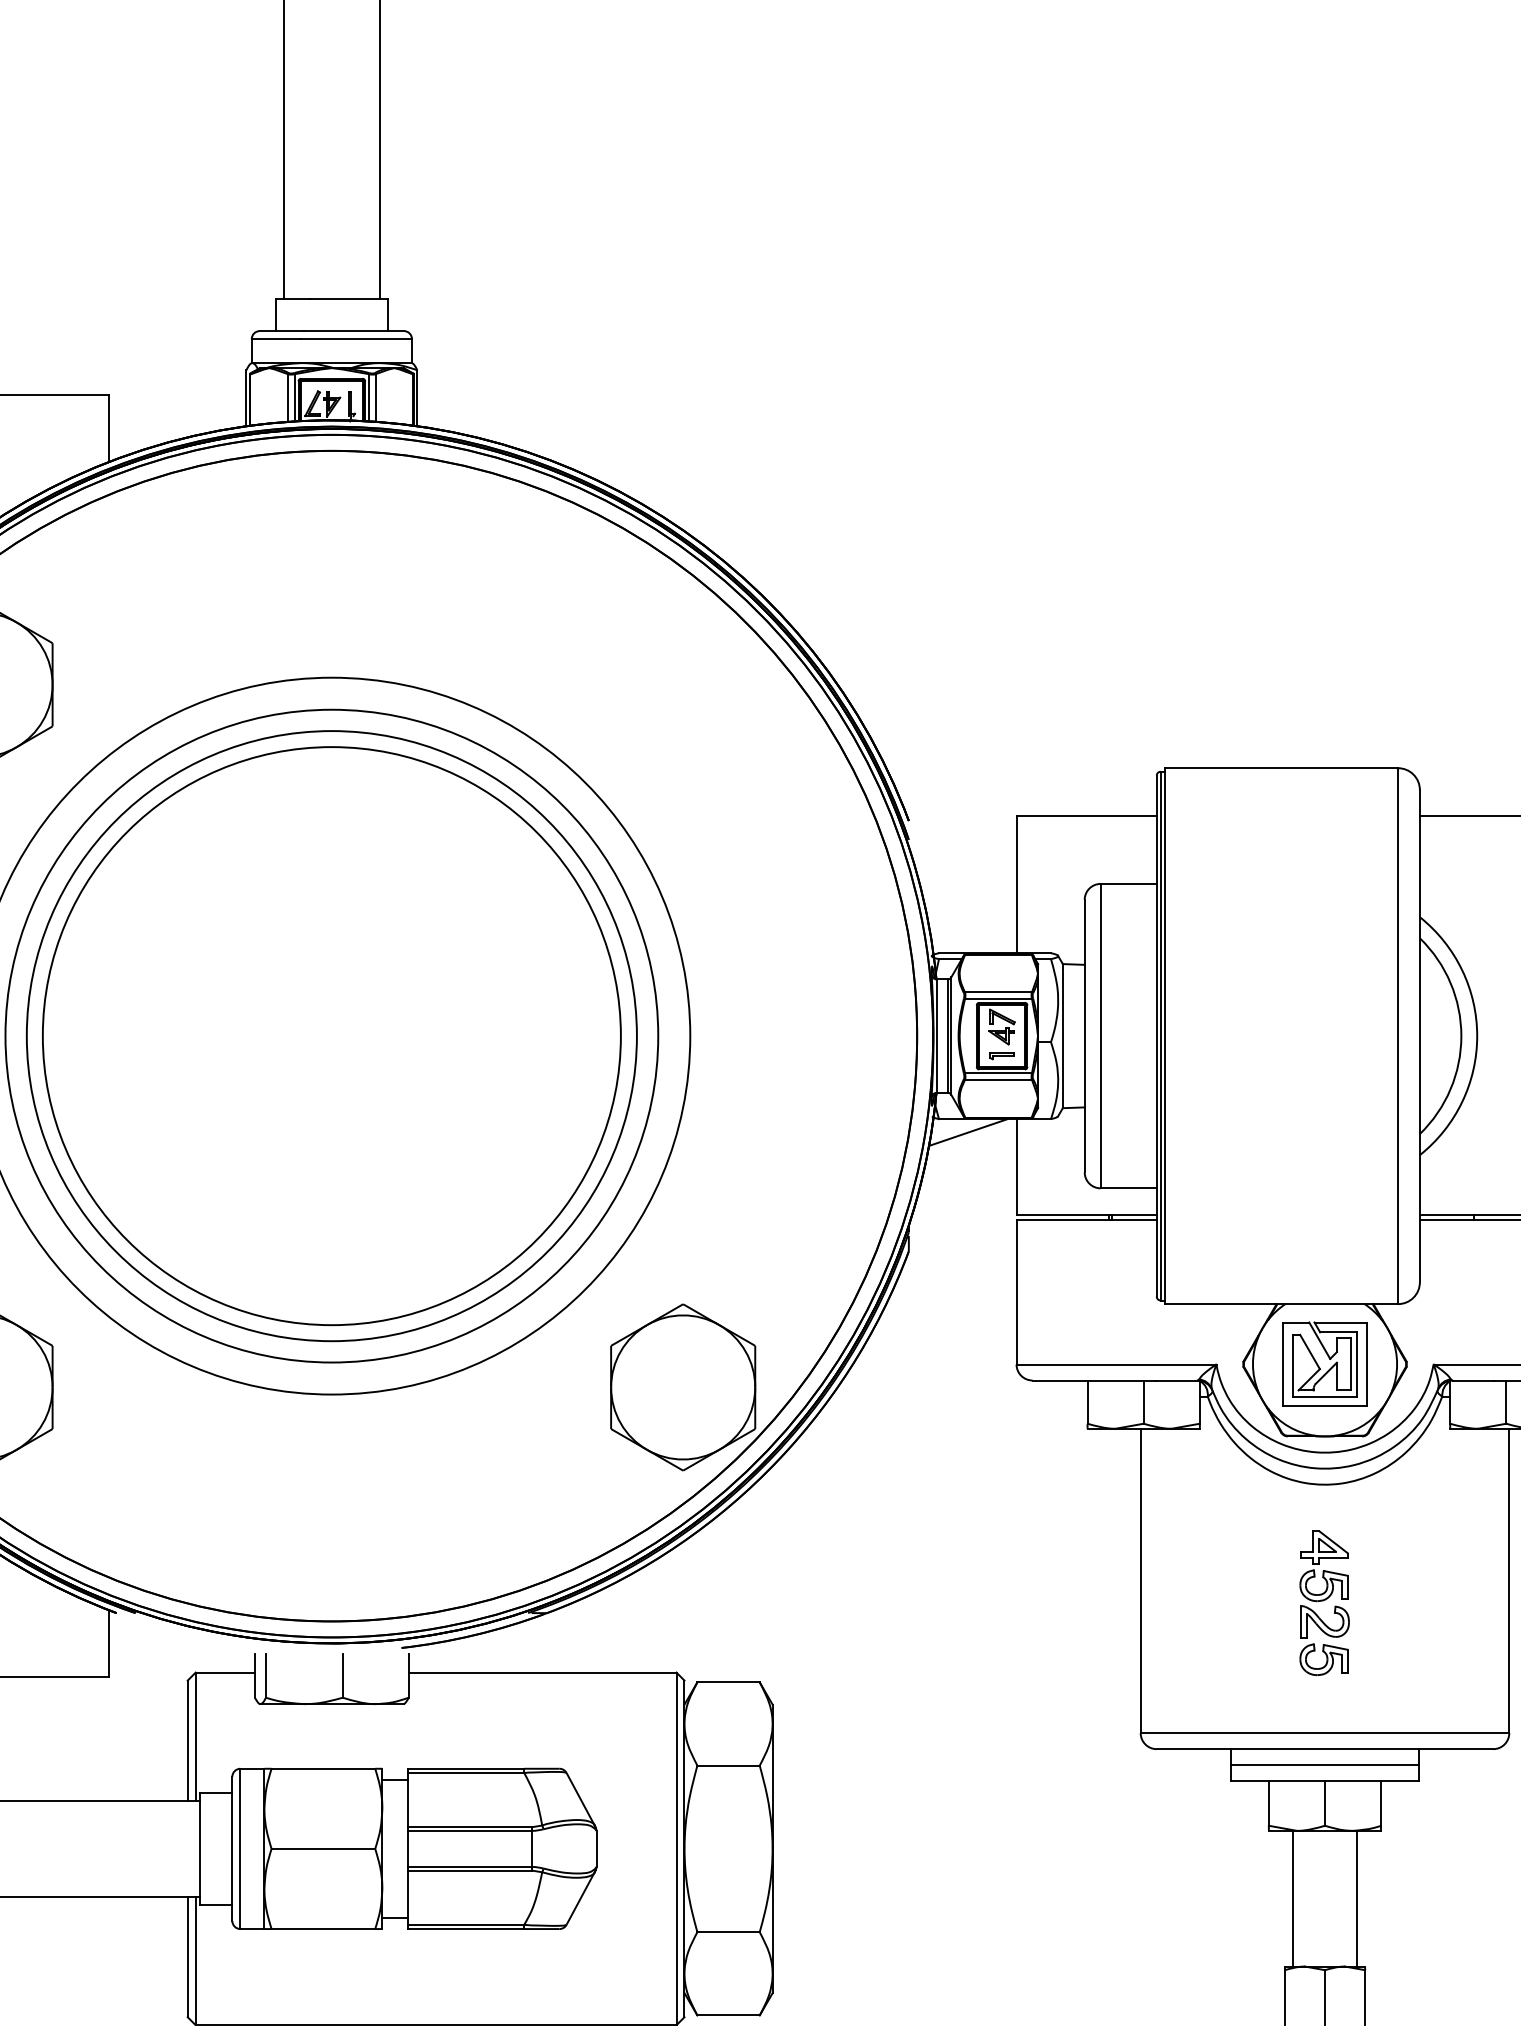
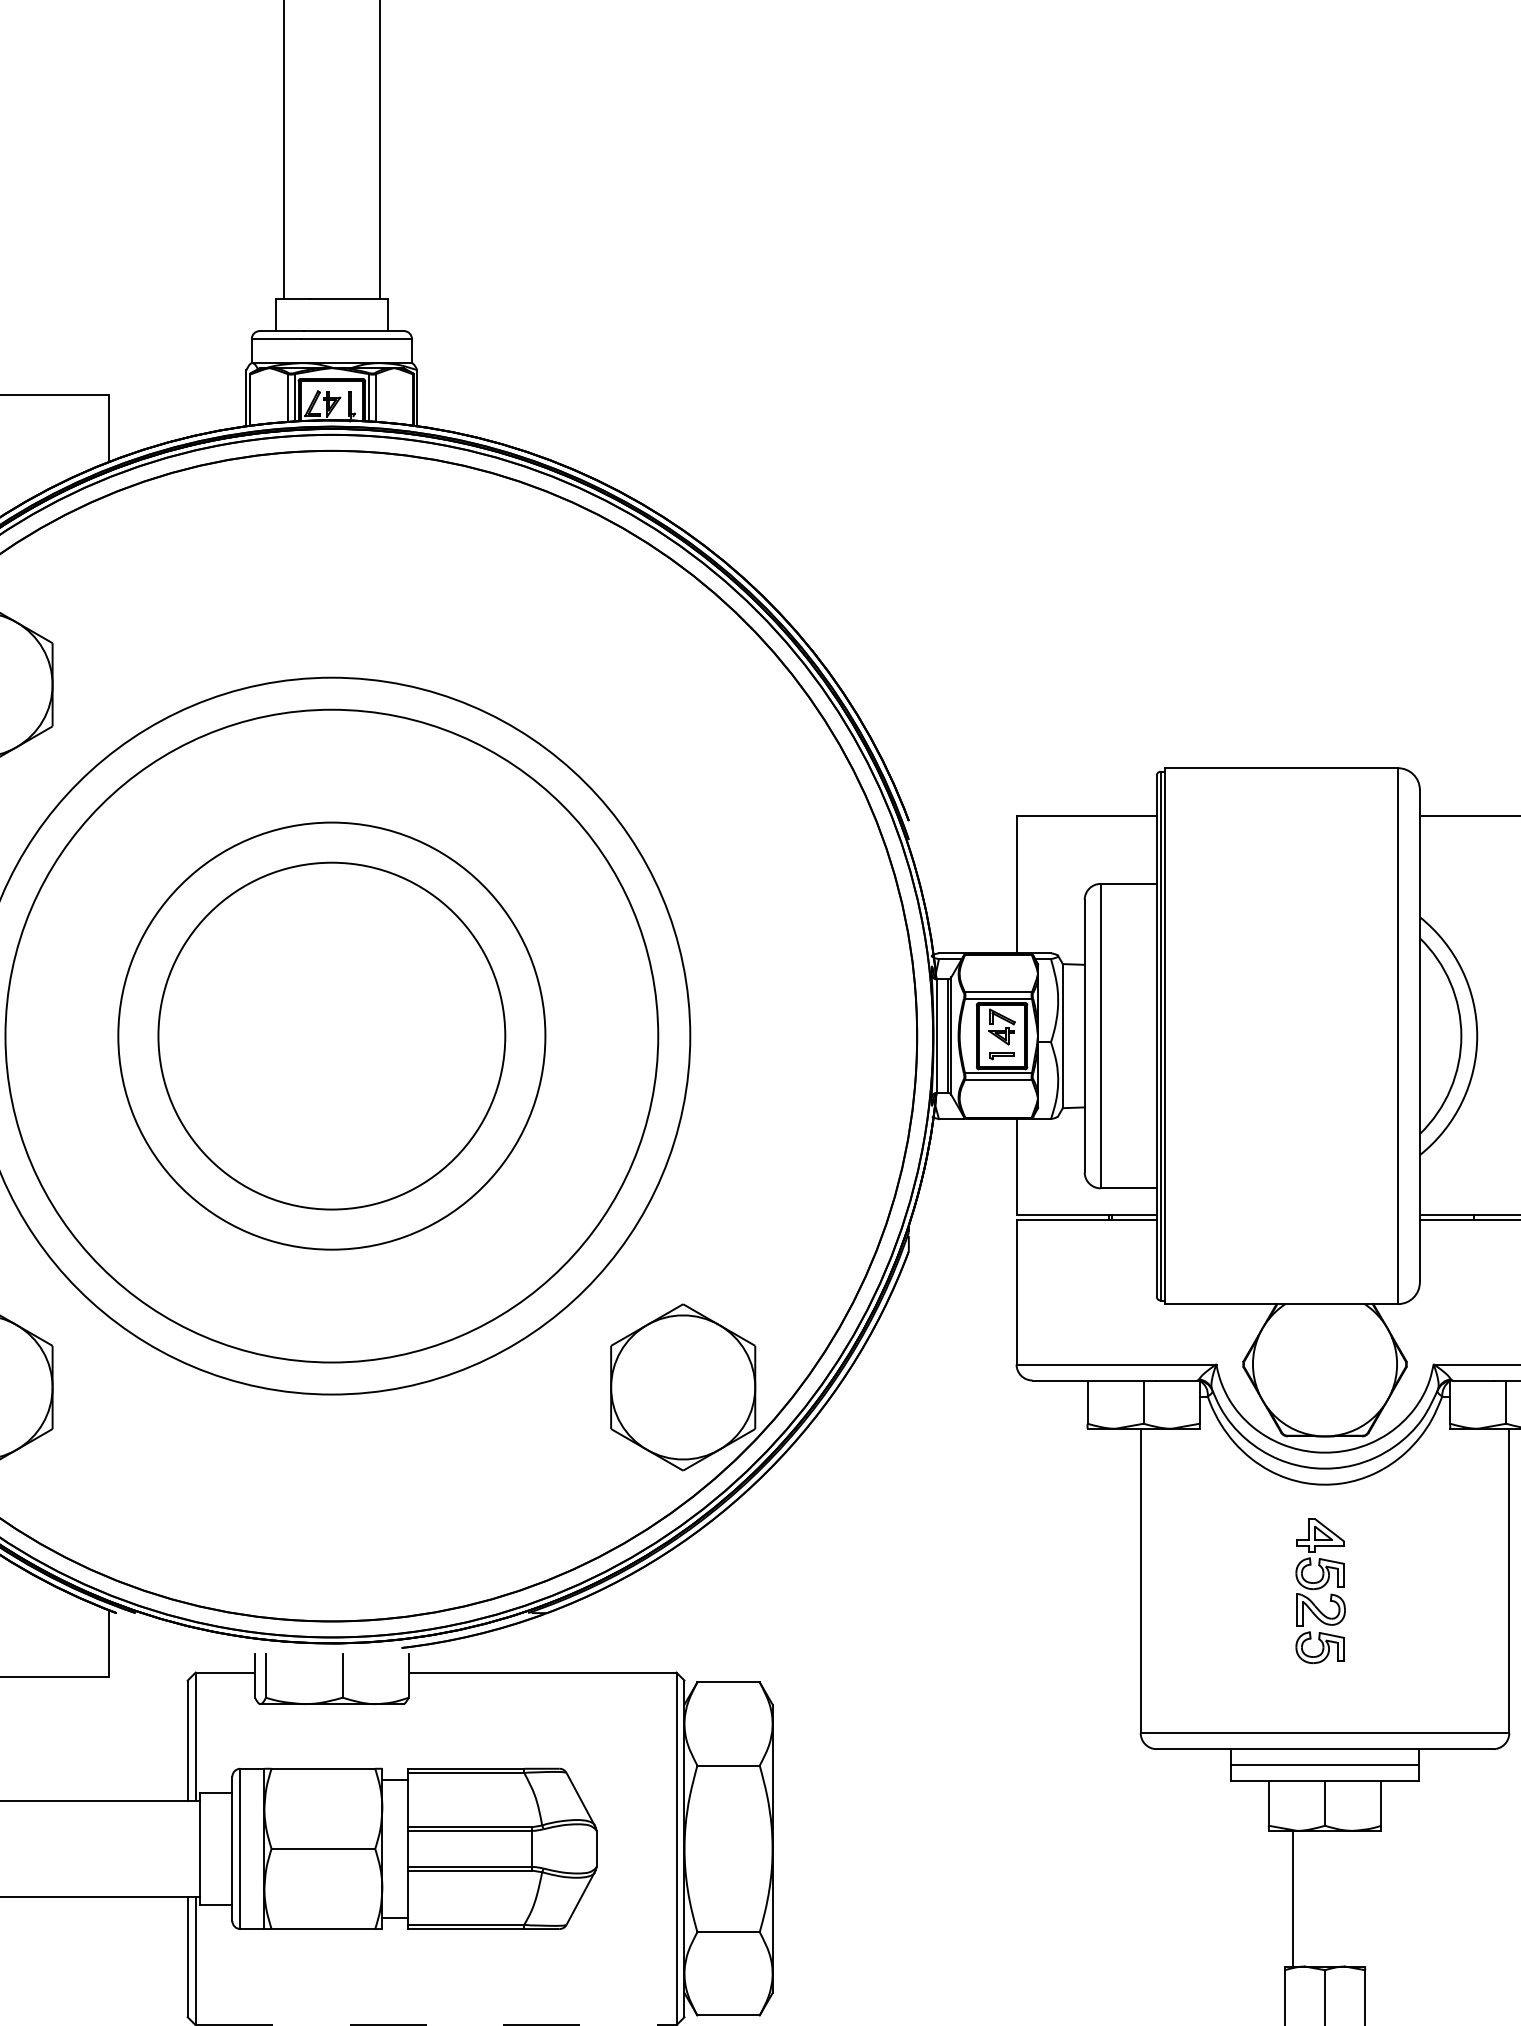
circle at (331, 1036) diameter: 578 px -> 347 px
circle at (331, 1036) diameter: 610 px -> 427 px
line at (968, 1132): present -> none
part at (1324, 1363): present -> none
part at (1324, 1602) position: (1324, 1602) -> (1320, 1590)
line at (1356, 1898): present -> none
line at (436, 2025): solid -> dashed
